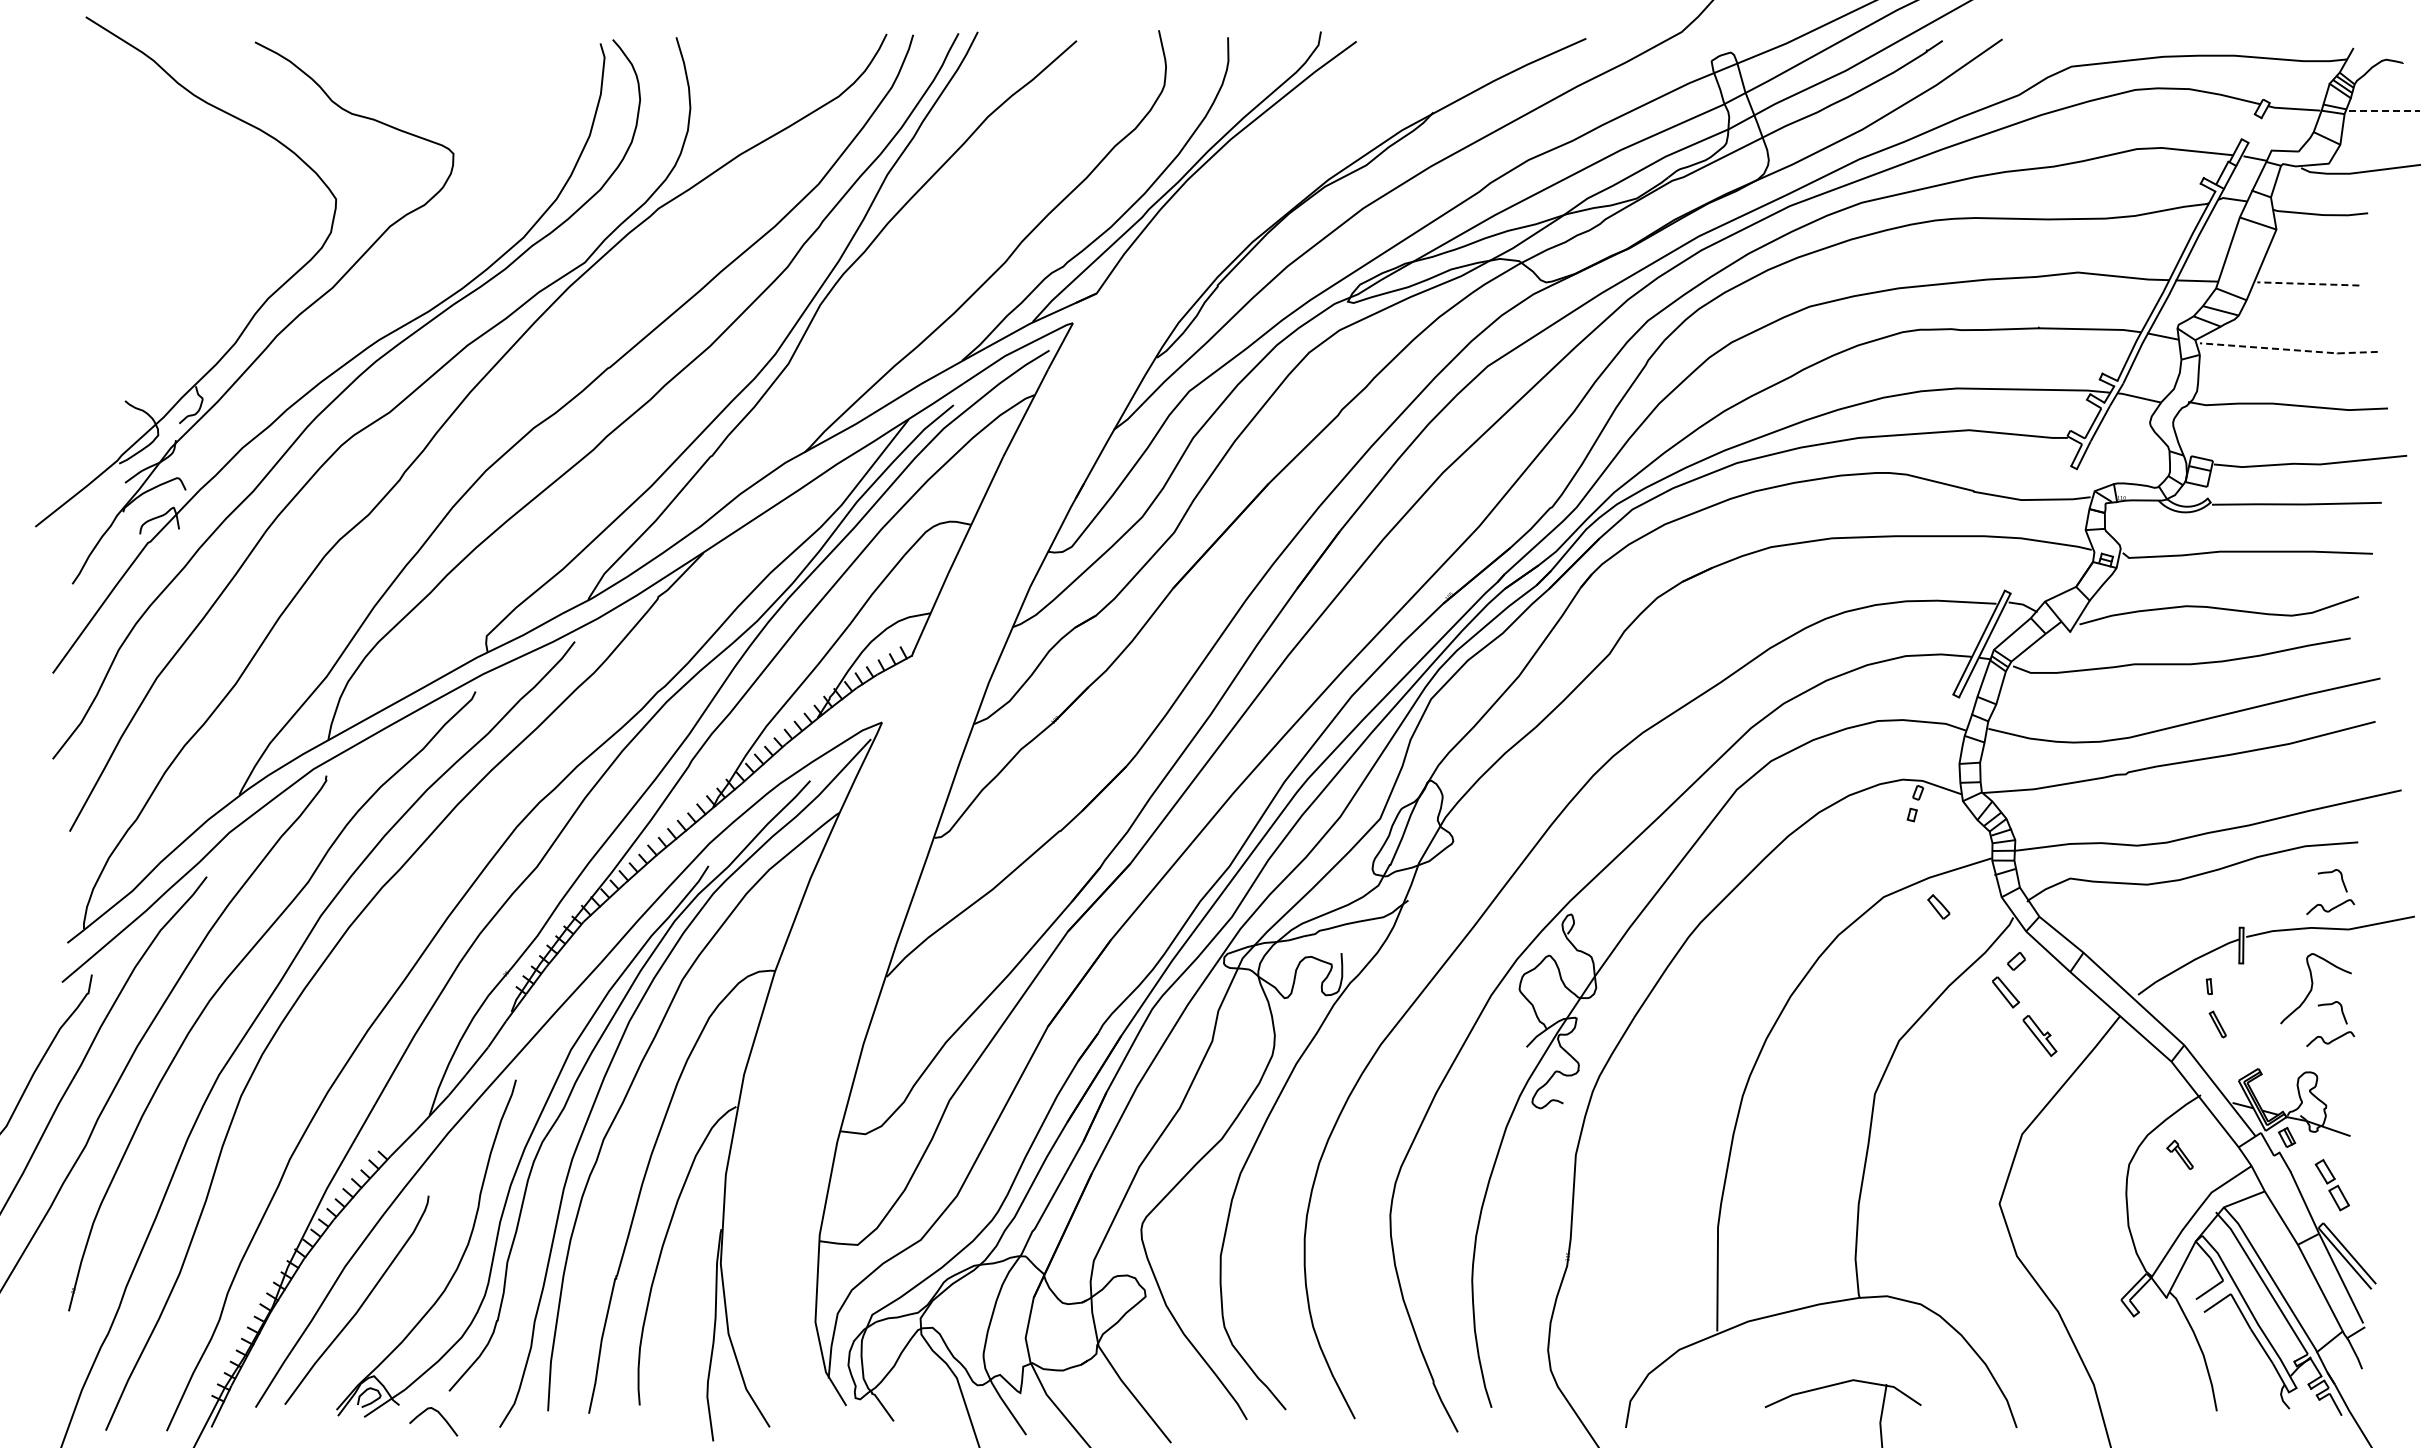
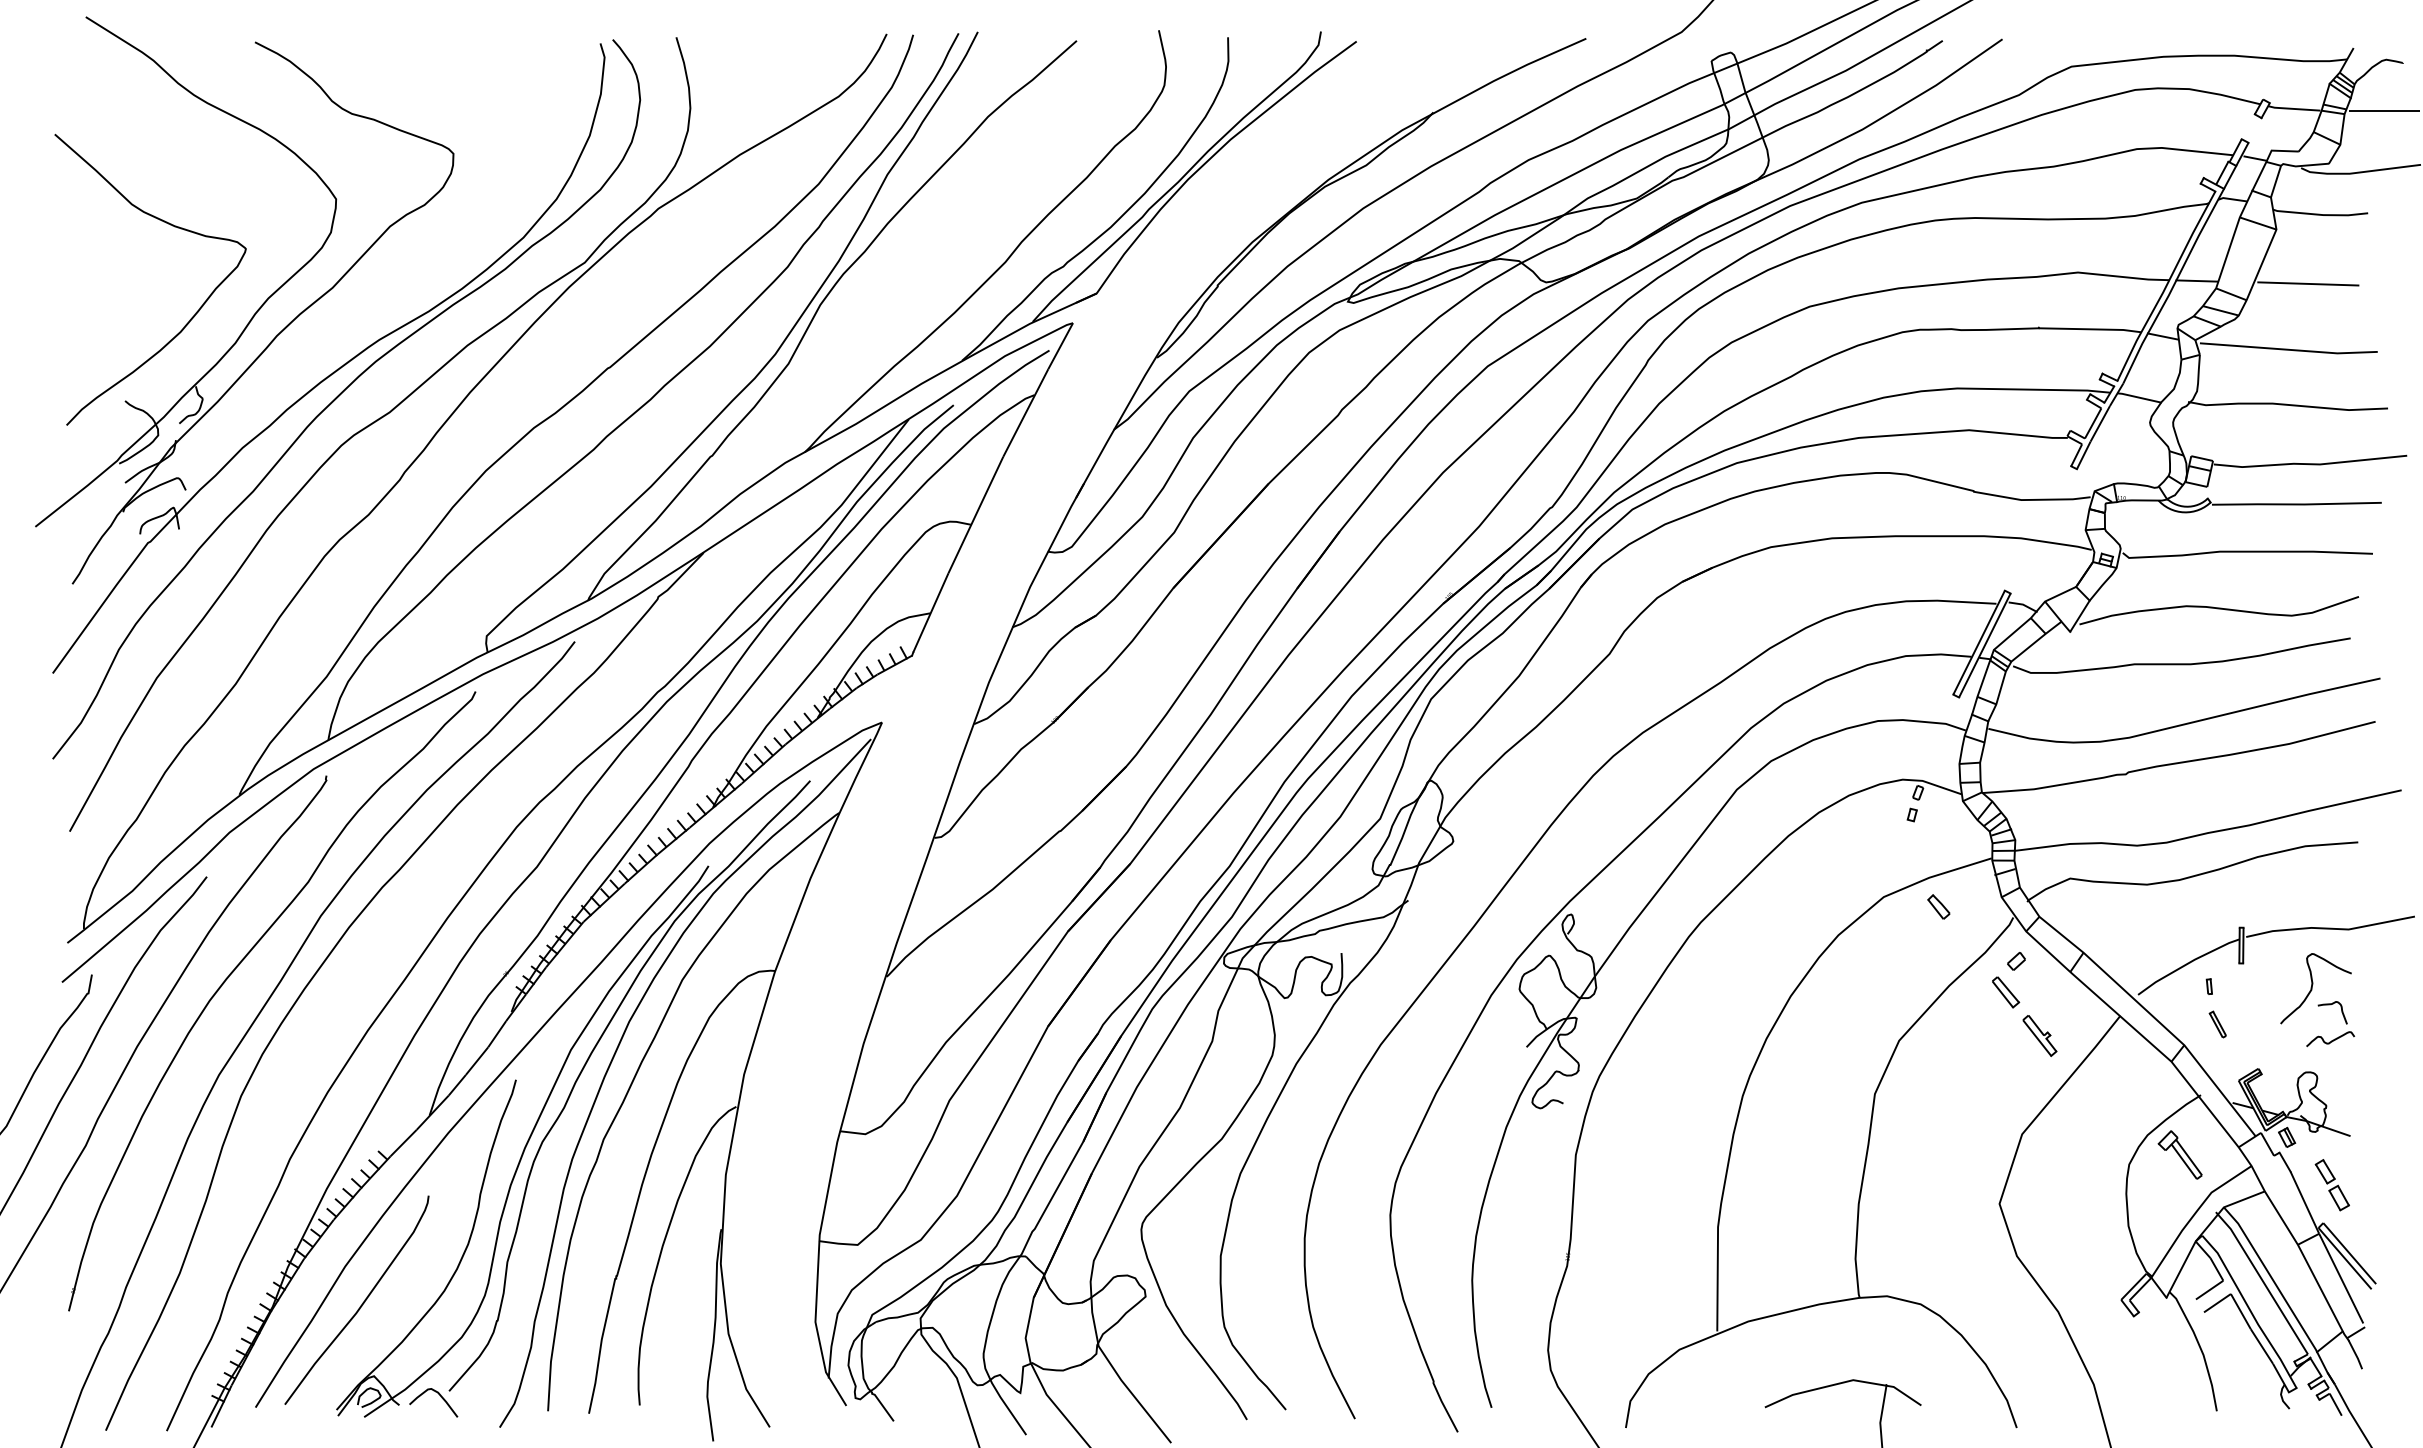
line at (2384, 110): dashed -> solid
line at (2307, 283): dashed -> solid
curve at (195, 312): none -> present
line at (2289, 349): dashed -> solid
part at (2343, 886): present -> none
part at (2179, 1154) size: 28x31 px -> 46x50 px
curve at (441, 1417) position: (441, 1417) -> (441, 1398)
